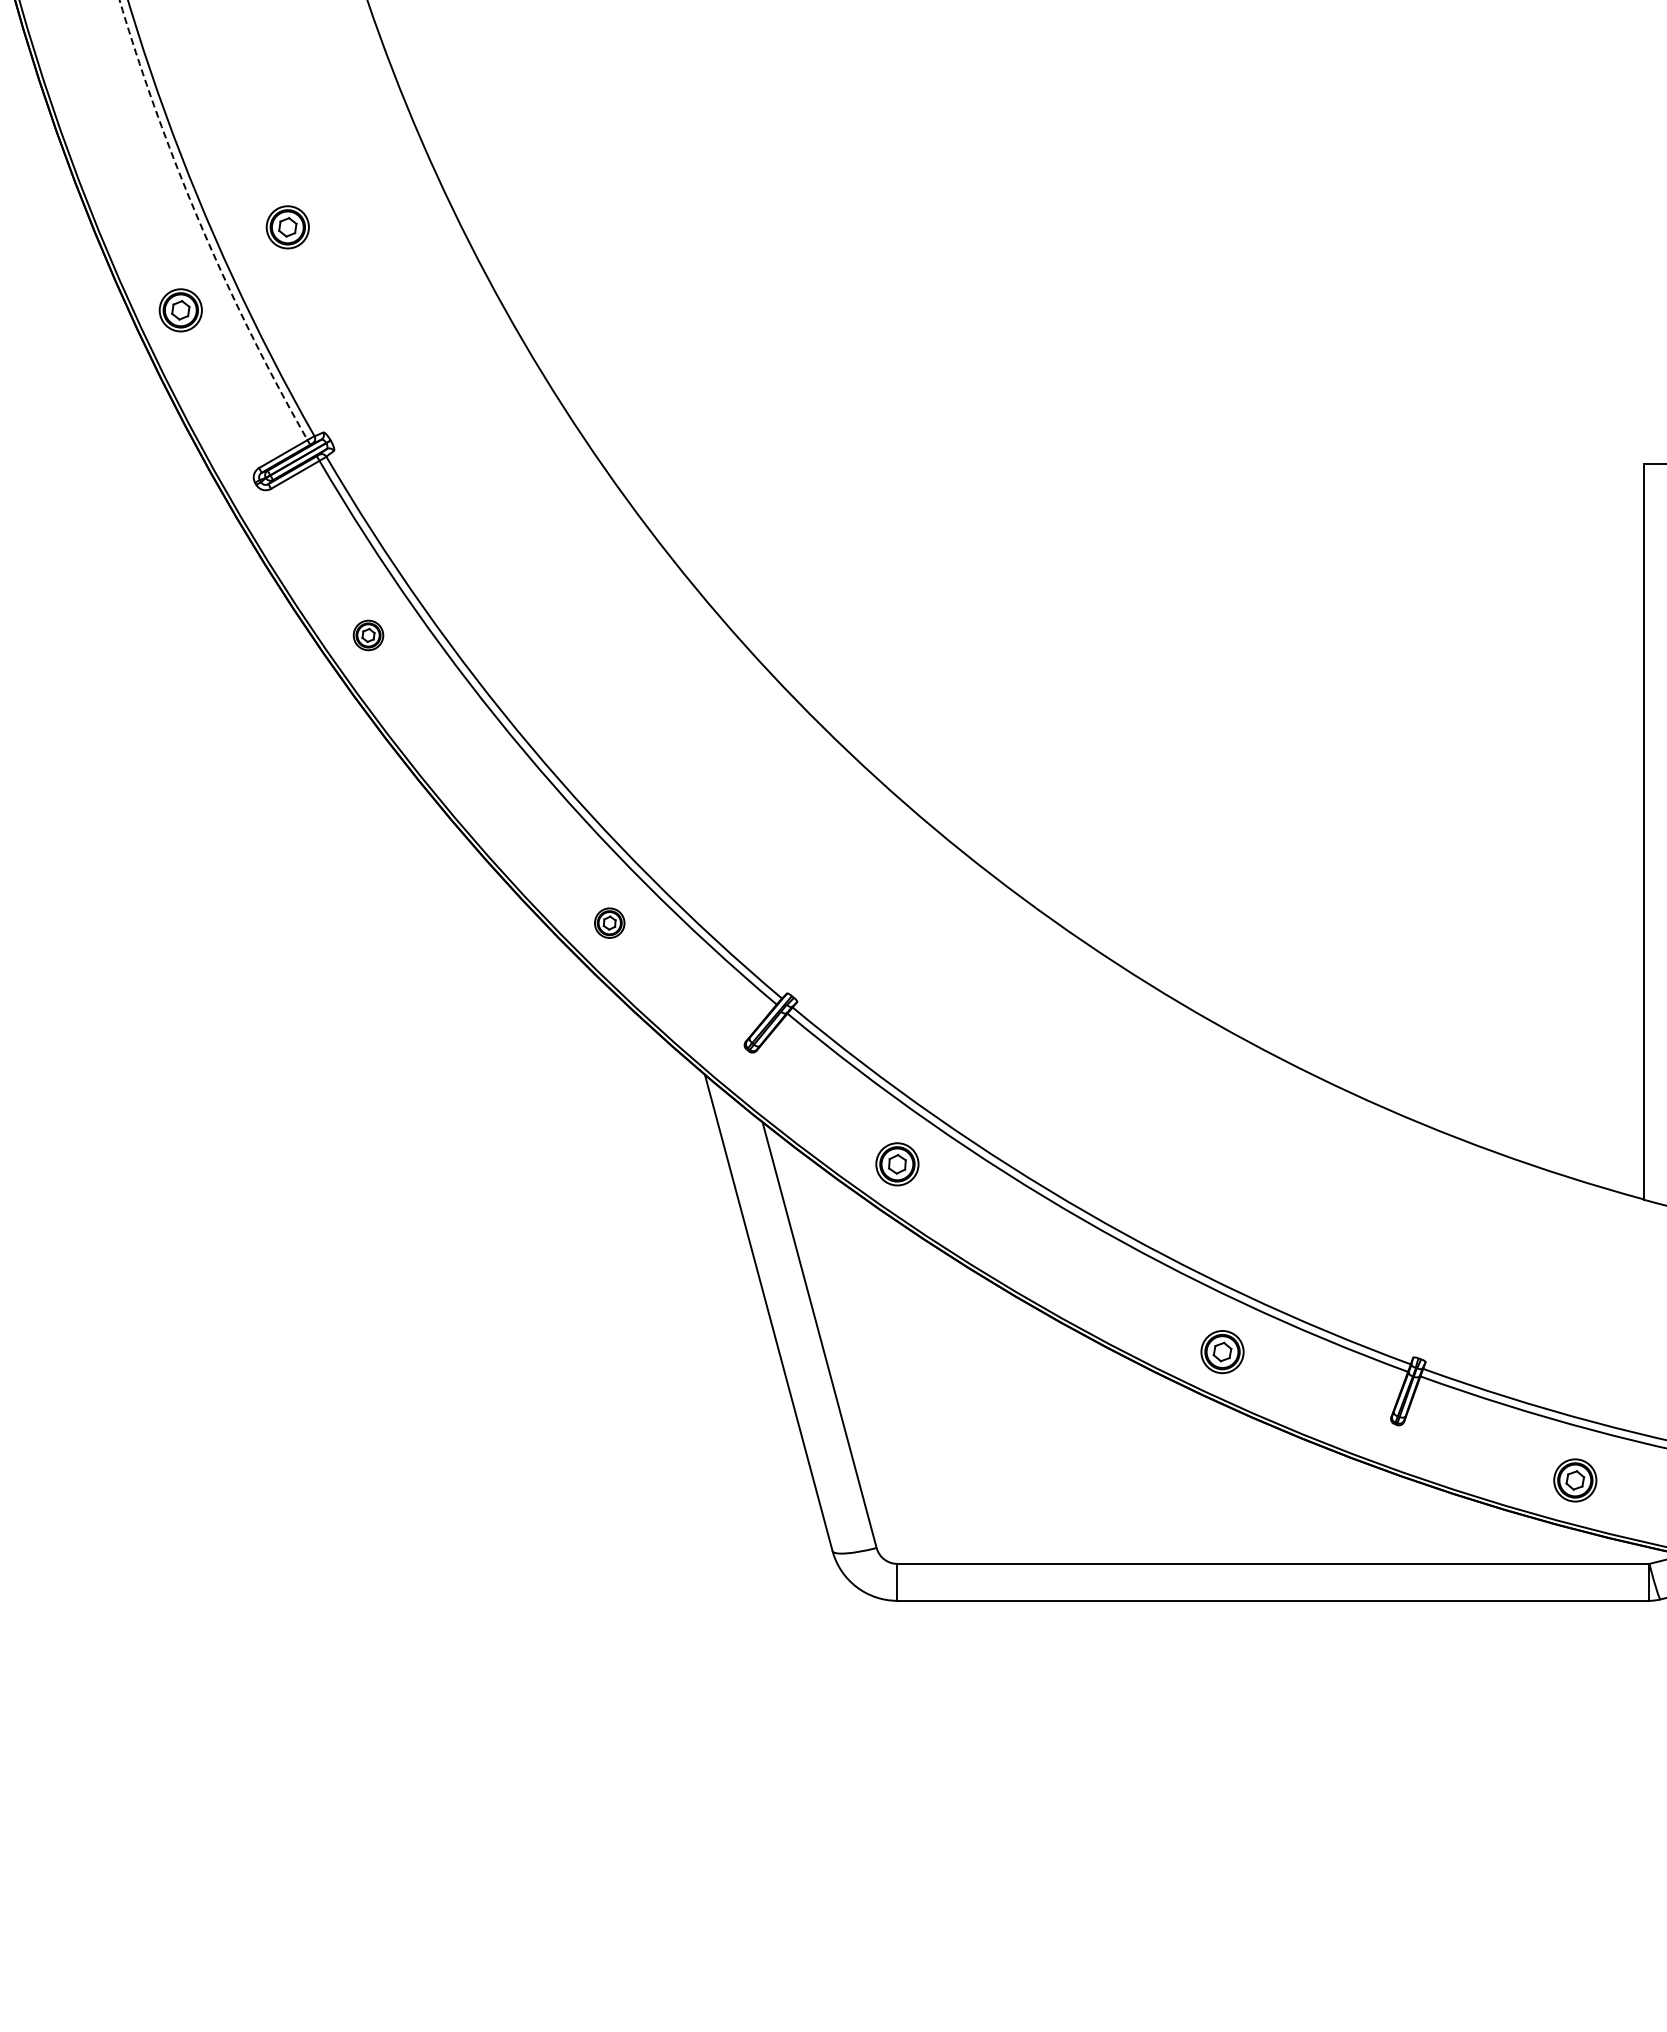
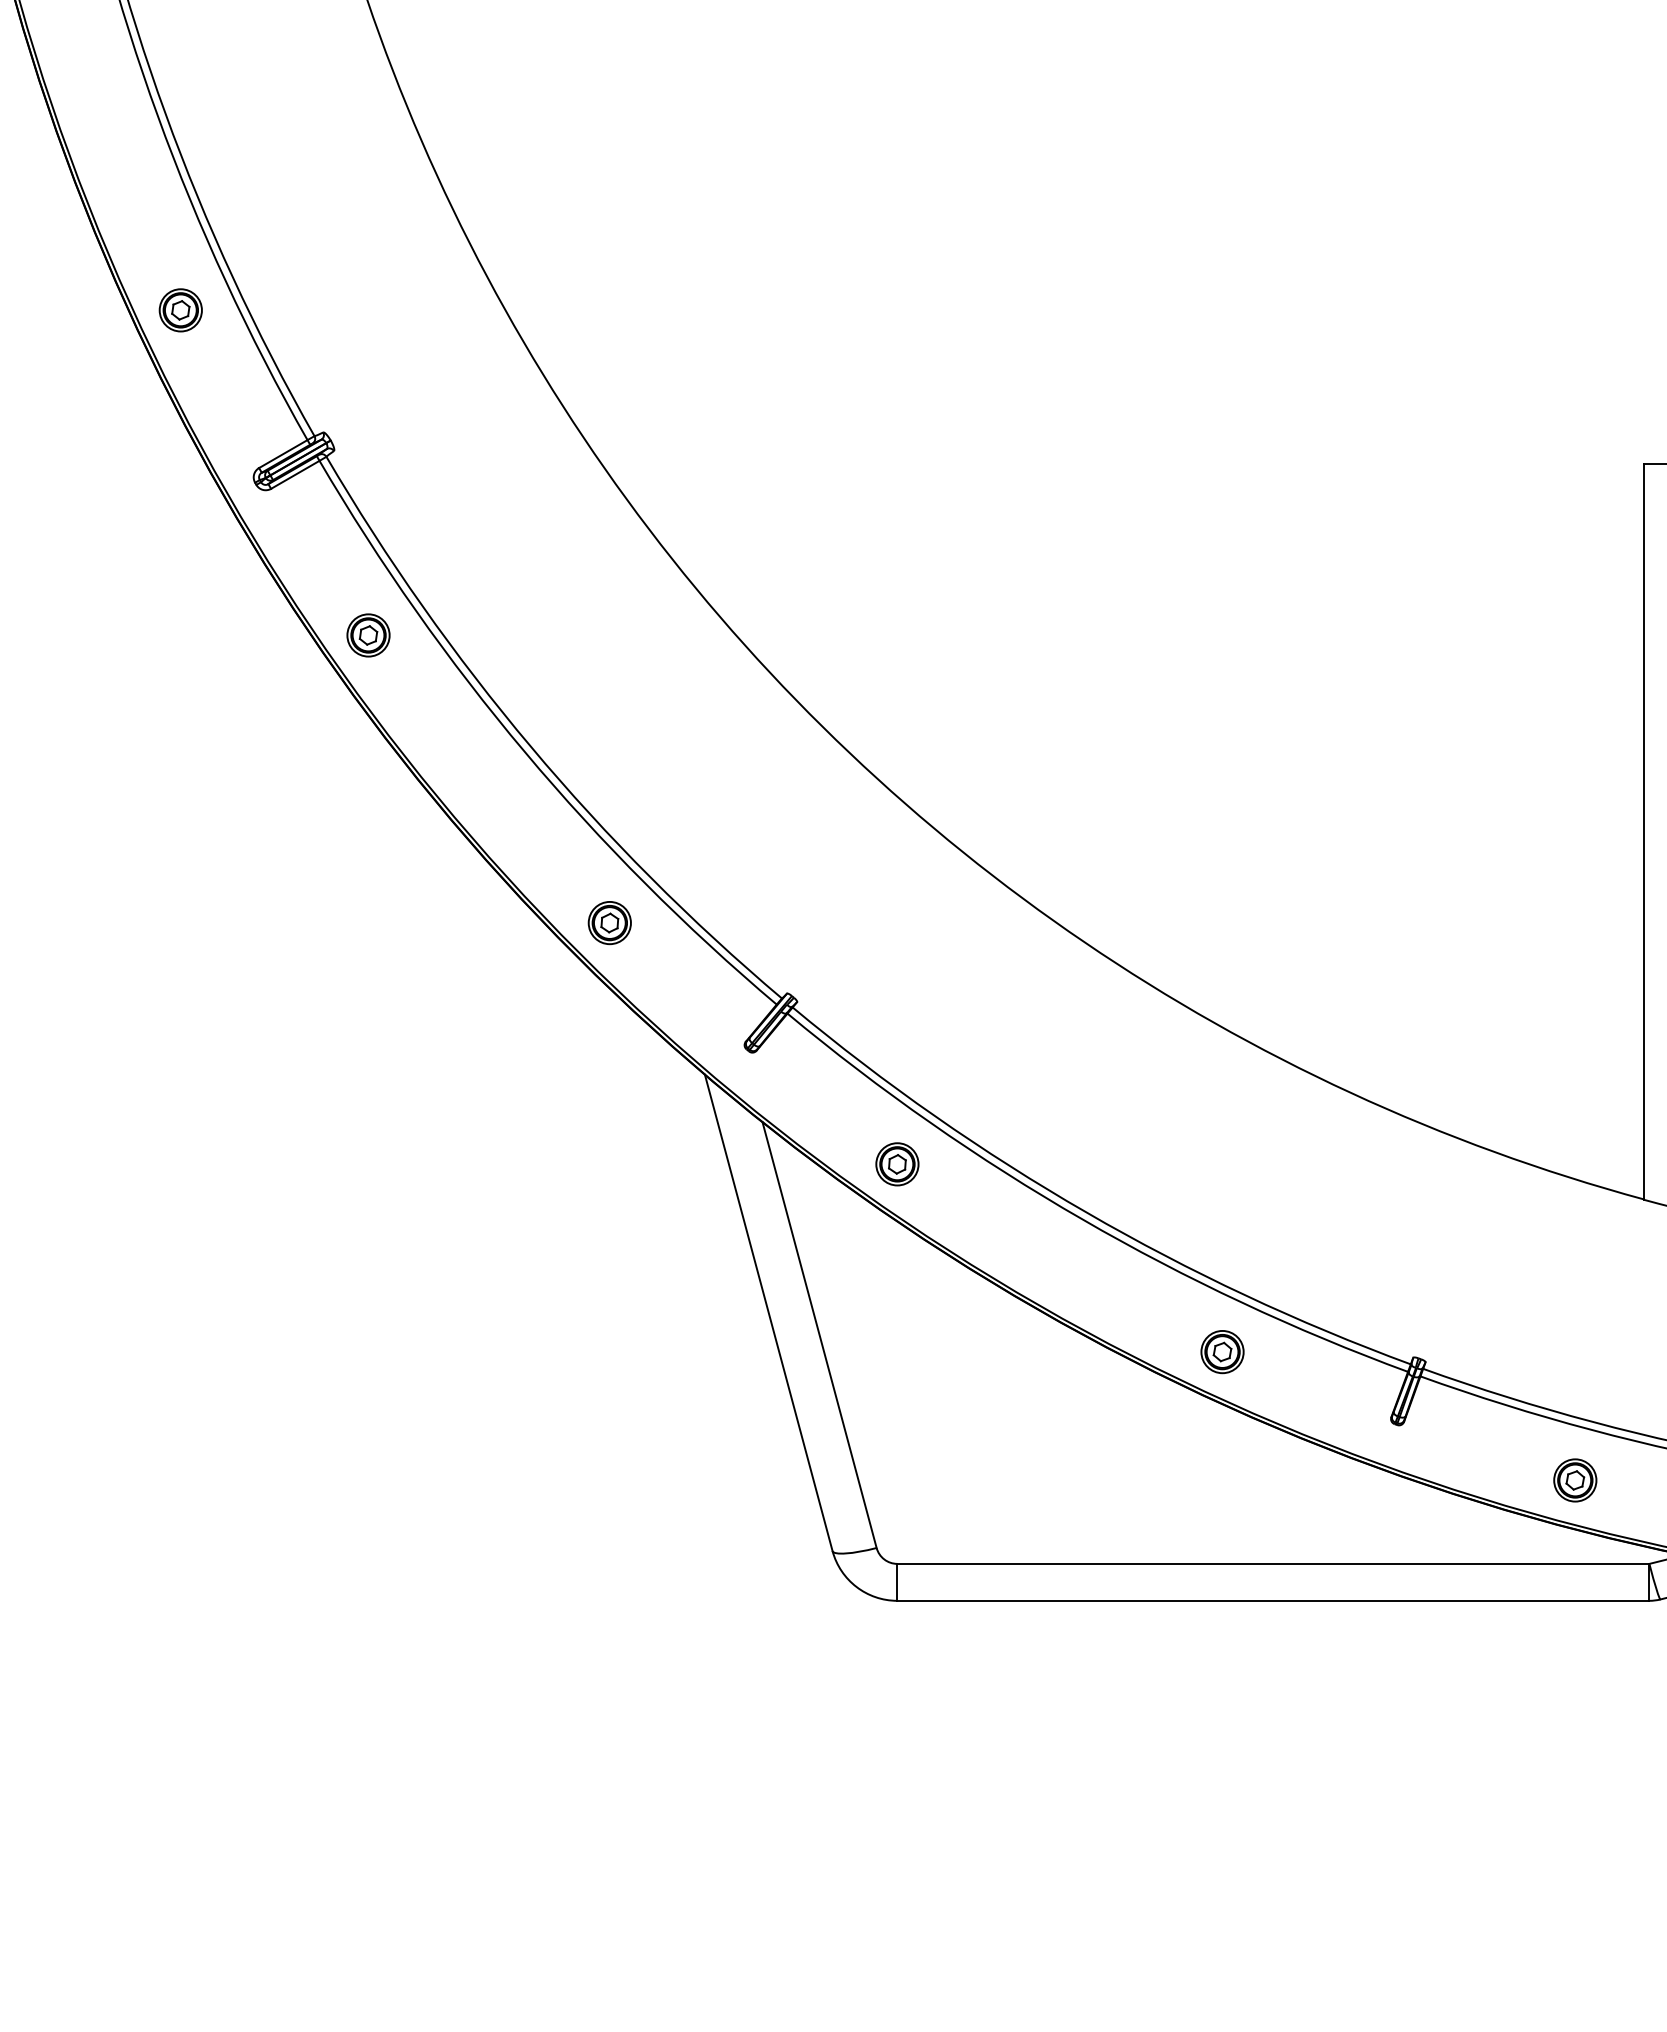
arc at (201, 225): dashed -> solid
part at (287, 227): present -> none
part at (368, 635) size: 33x33 px -> 45x45 px
part at (609, 922) size: 32x32 px -> 45x45 px
